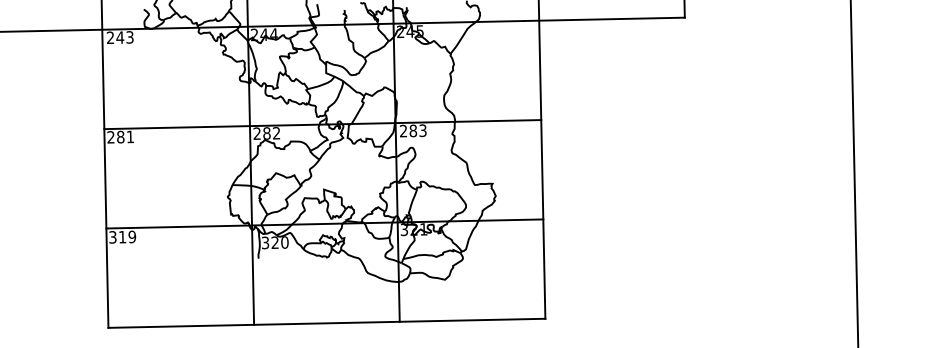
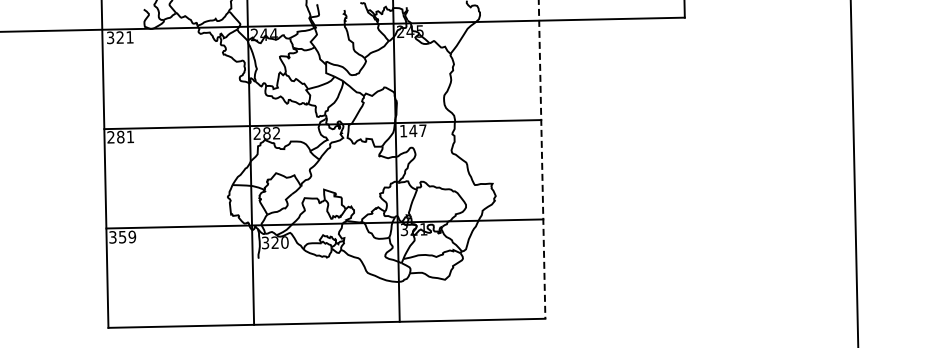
text at (119, 37): 243 -> 321
text at (412, 130): 283 -> 147
line at (542, 159): solid -> dashed
text at (122, 237): 319 -> 359
